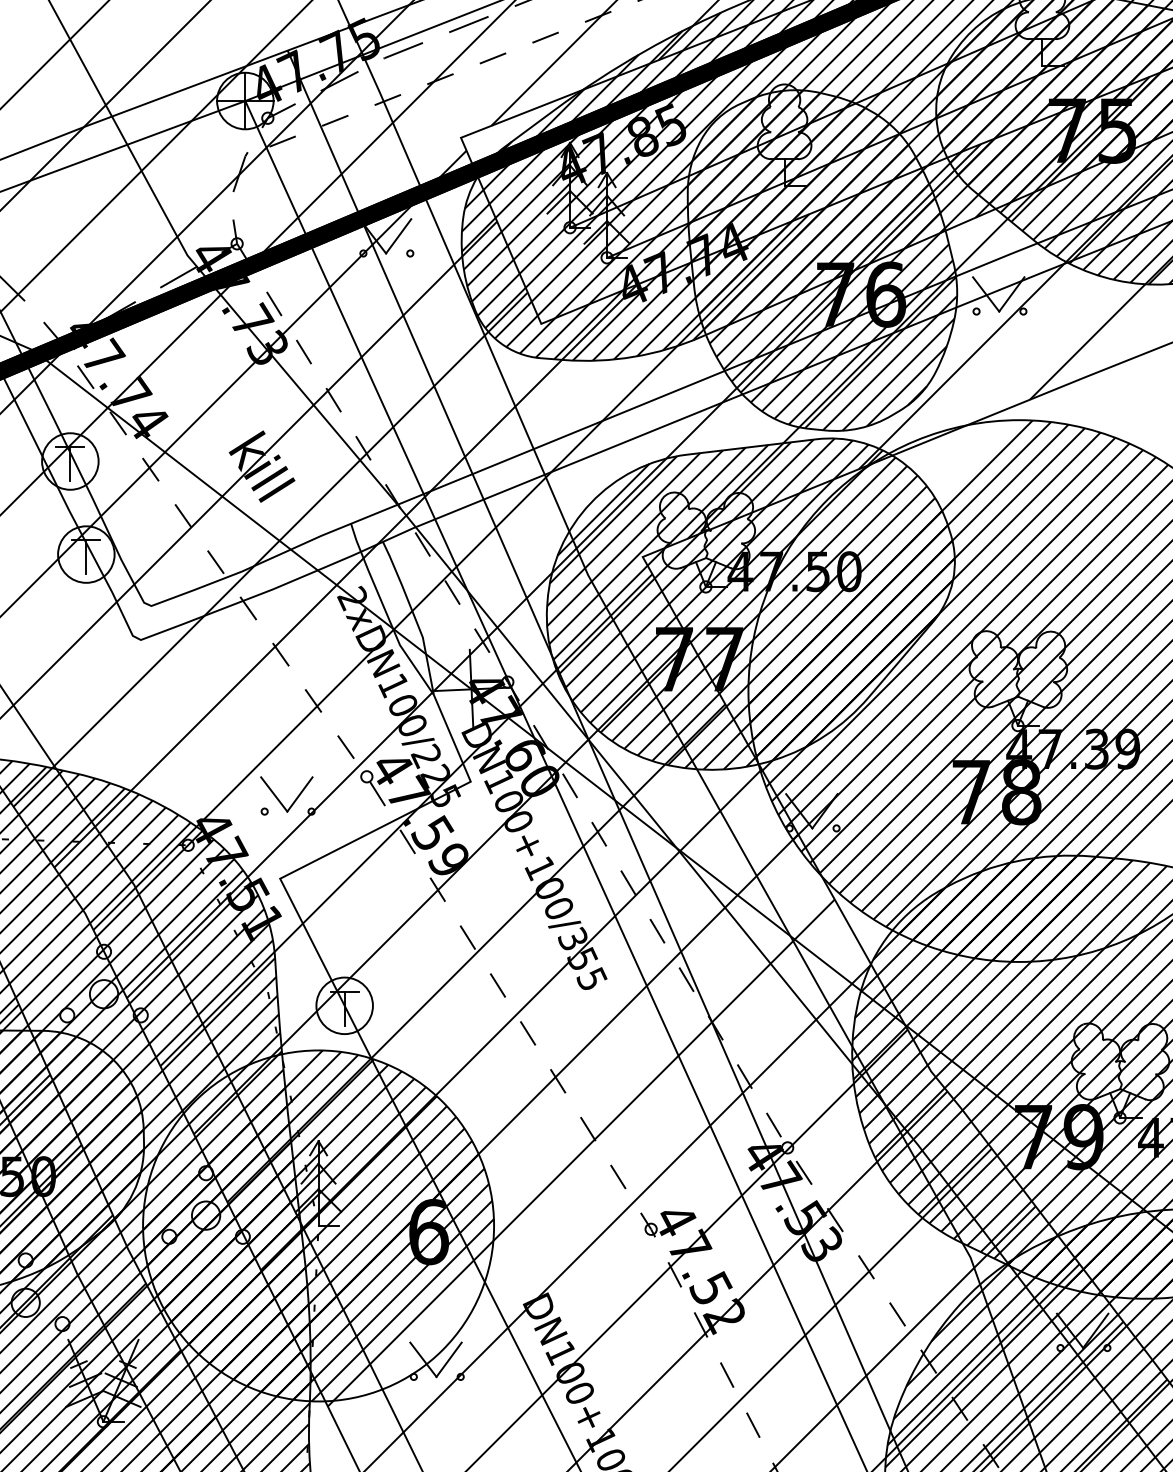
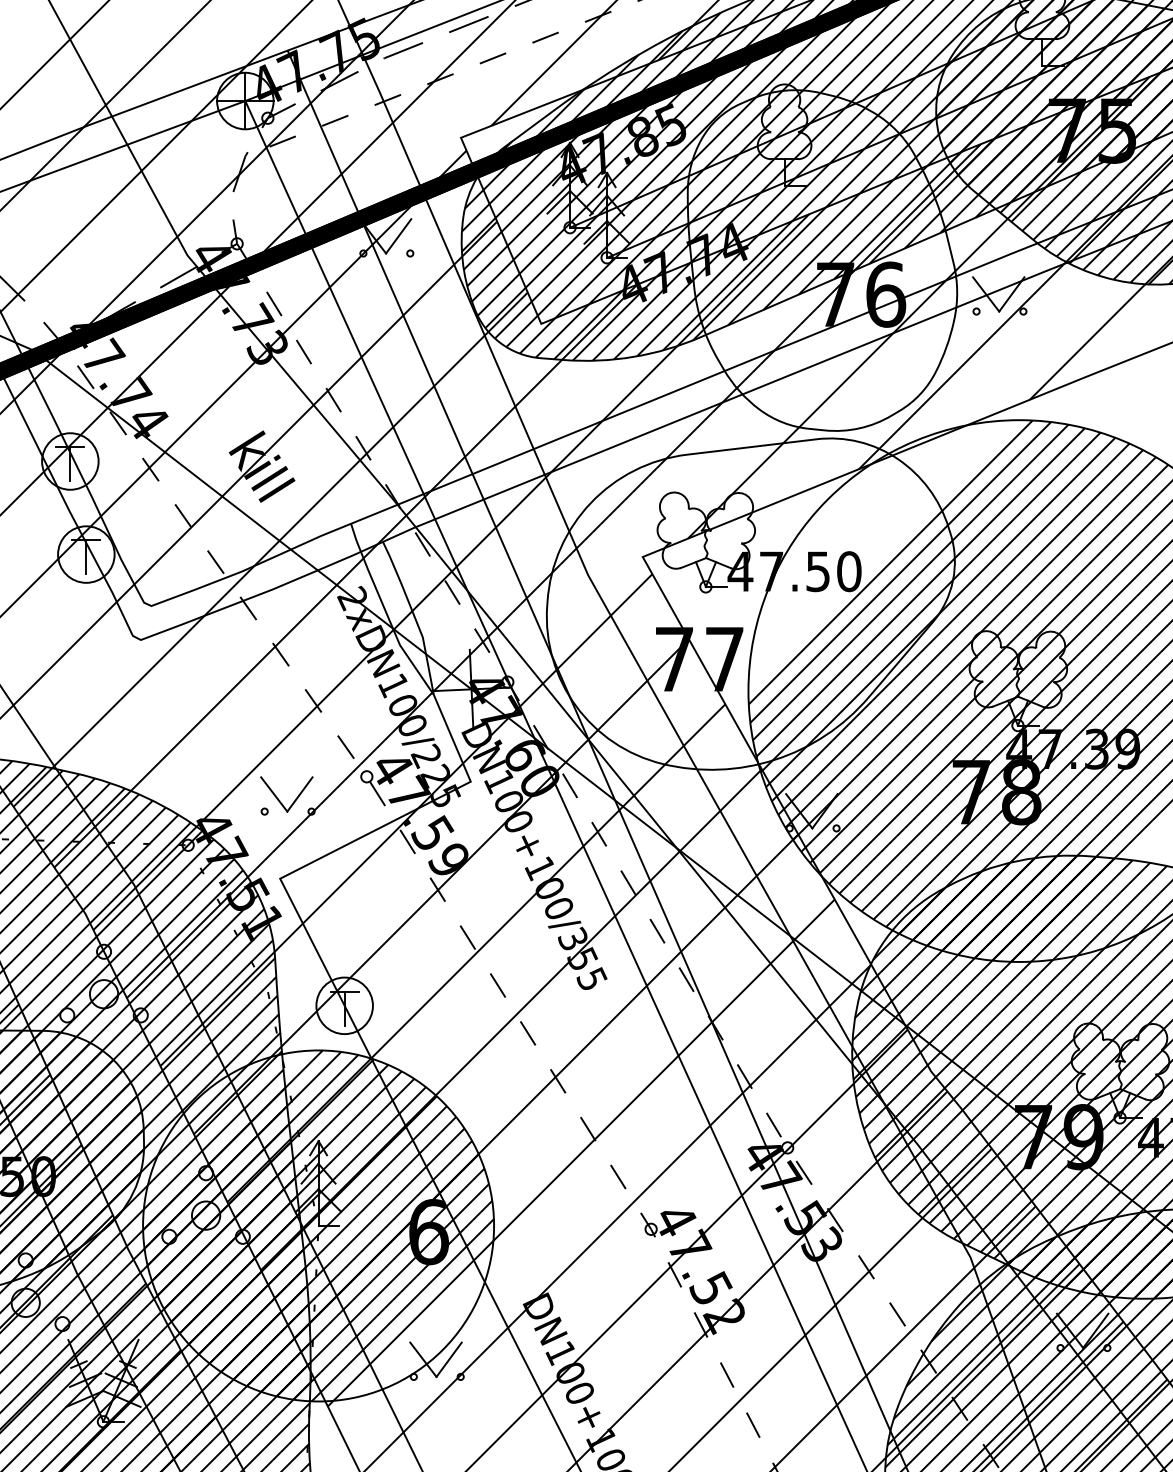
hatch at (822, 260): present -> none
hatch at (750, 603): present -> none
